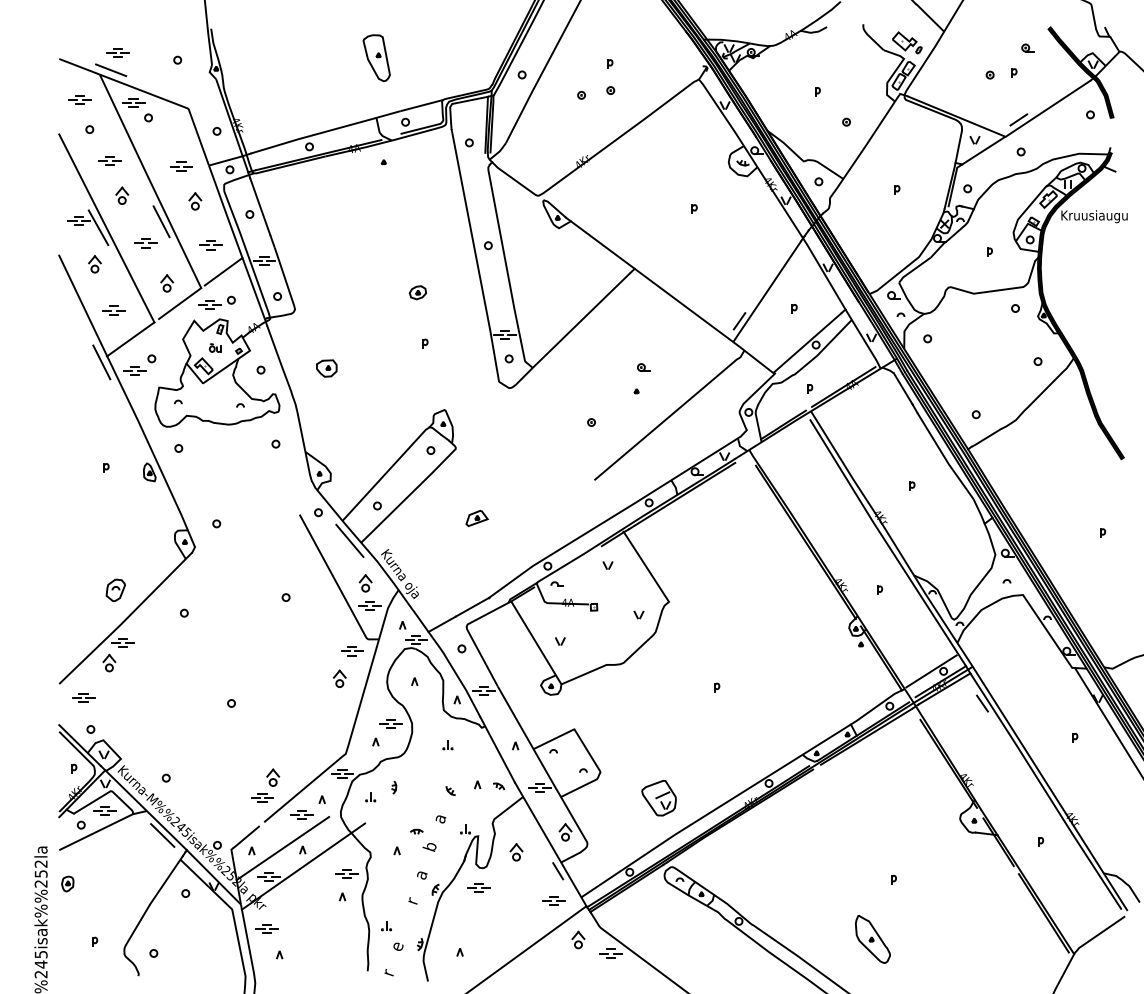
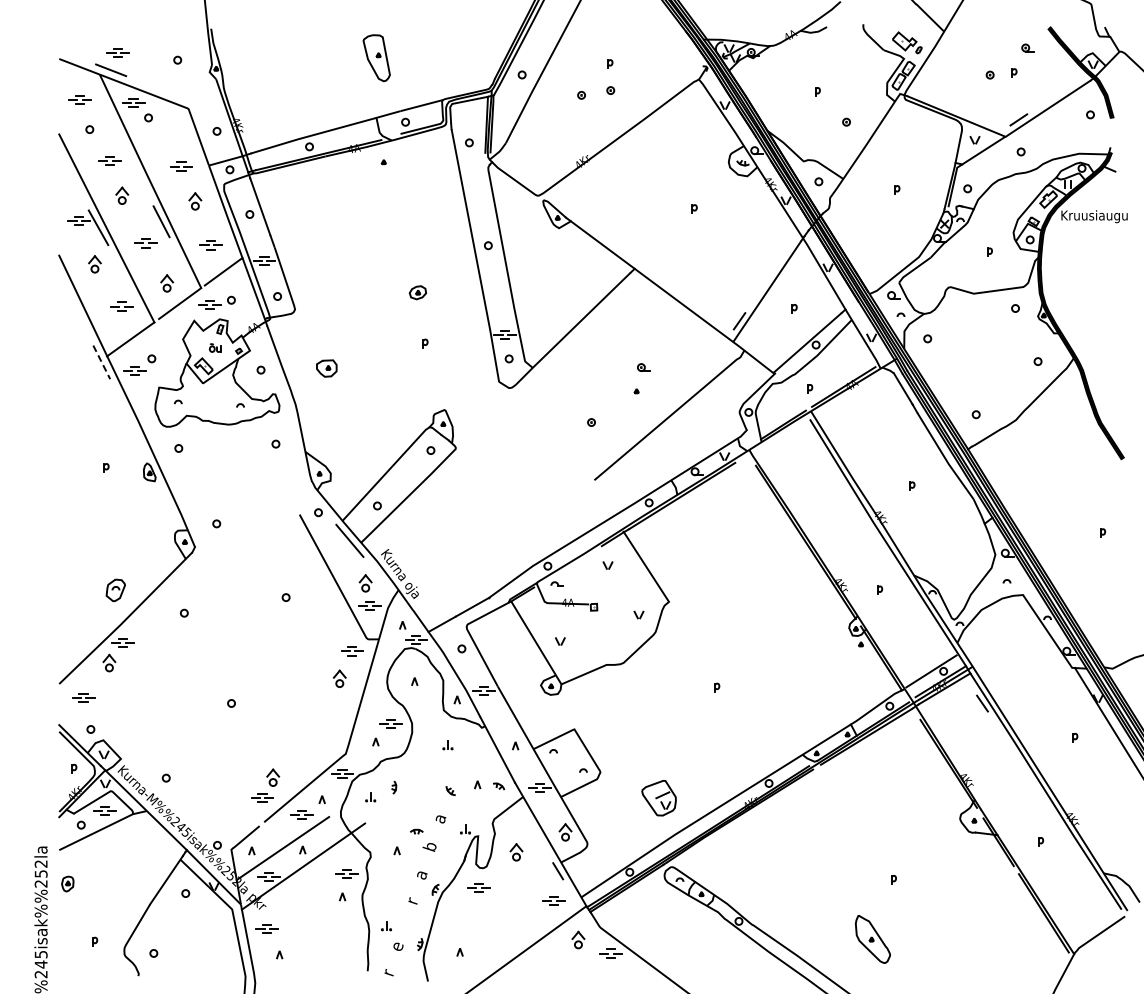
part at (113, 310) position: (113, 310) -> (121, 306)
line at (101, 362): solid -> dashed
part at (476, 518): present -> none
line at (162, 835): present -> none
